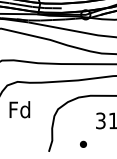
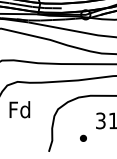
part at (83, 143) position: (83, 143) -> (83, 137)
